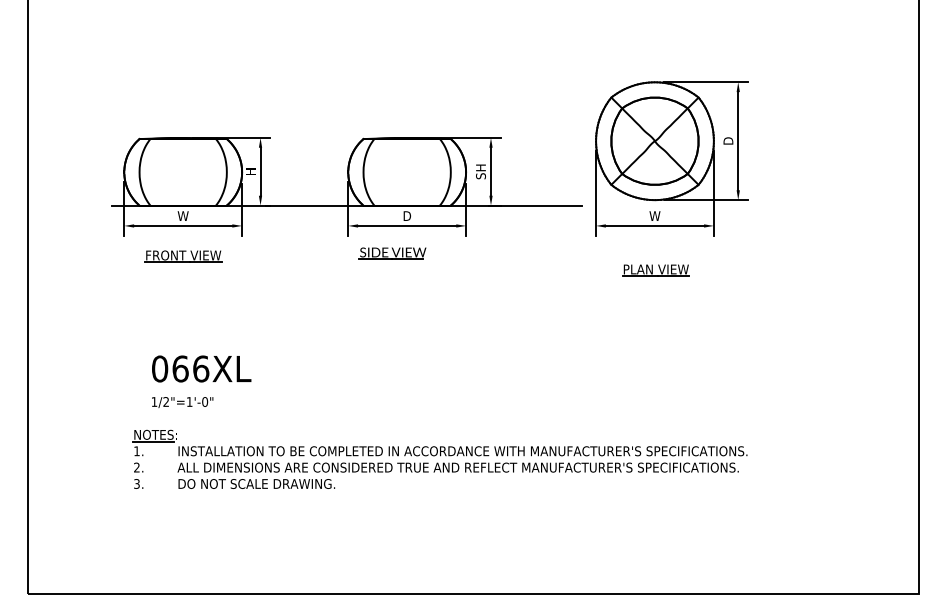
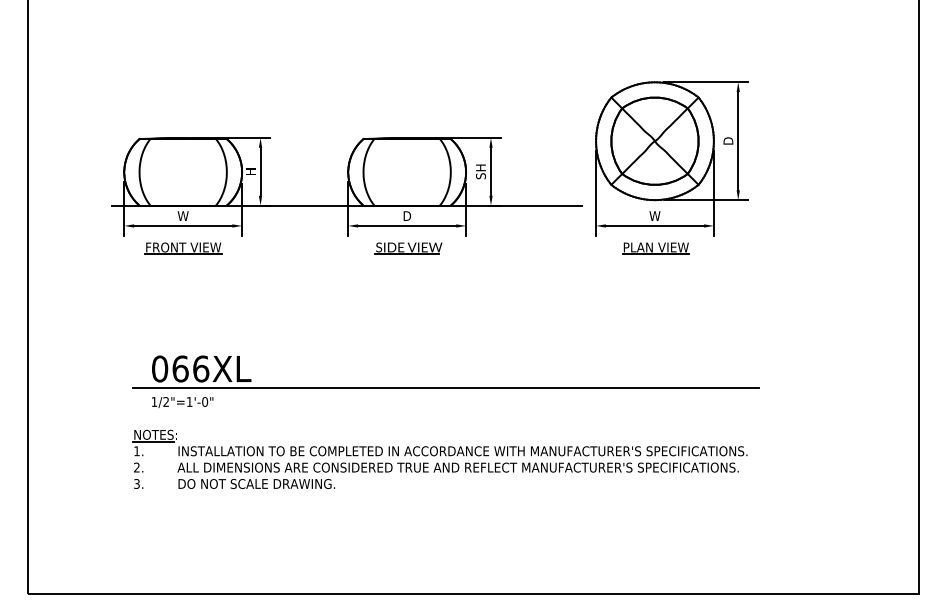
part at (392, 253) position: (392, 253) -> (408, 248)
part at (183, 256) position: (183, 256) -> (183, 248)
part at (655, 270) position: (655, 270) -> (655, 248)
line at (445, 388): none -> present
